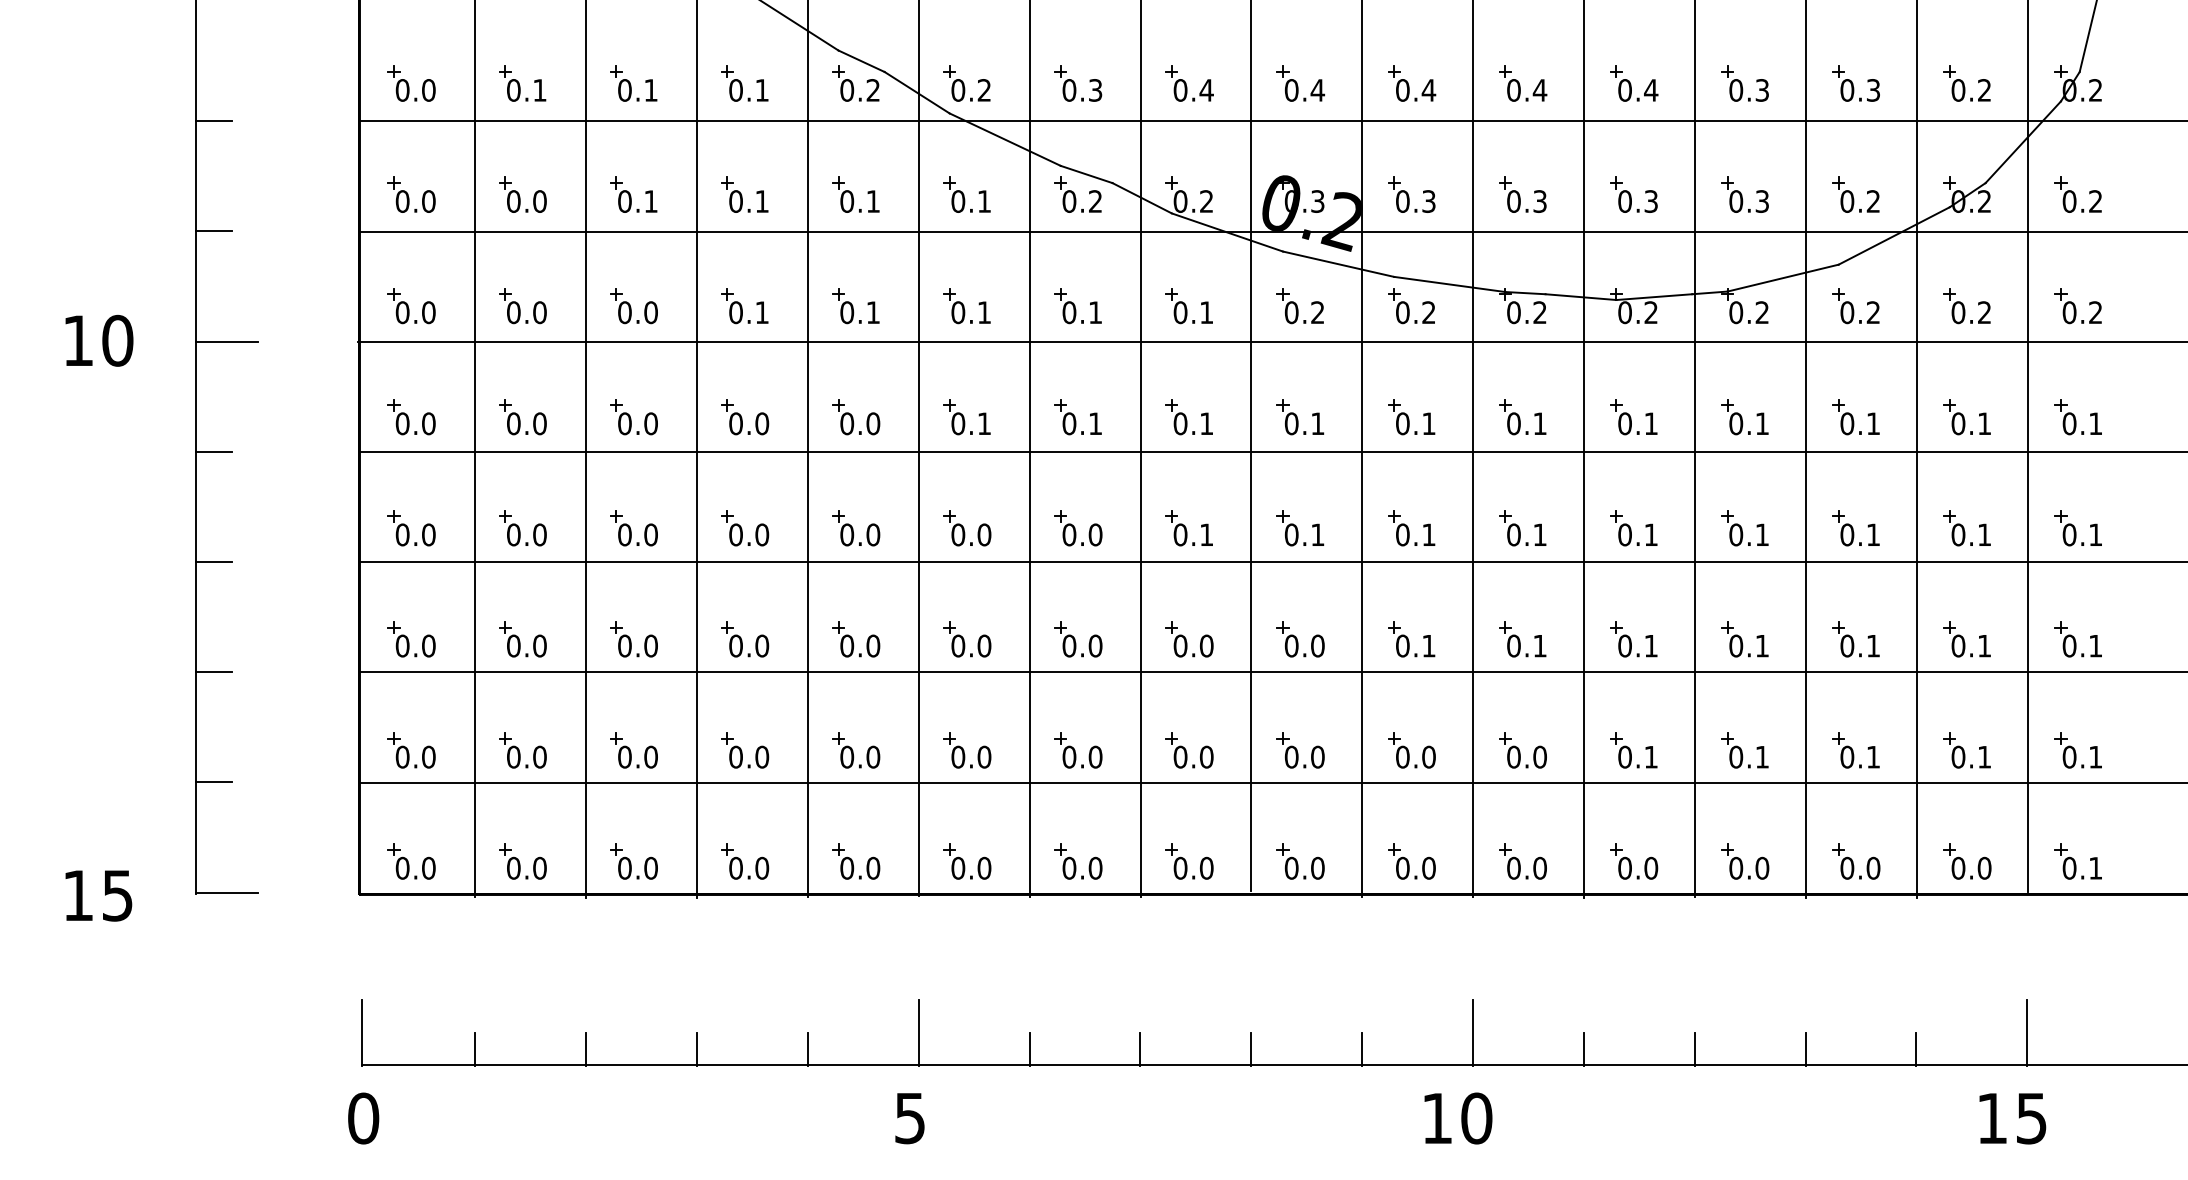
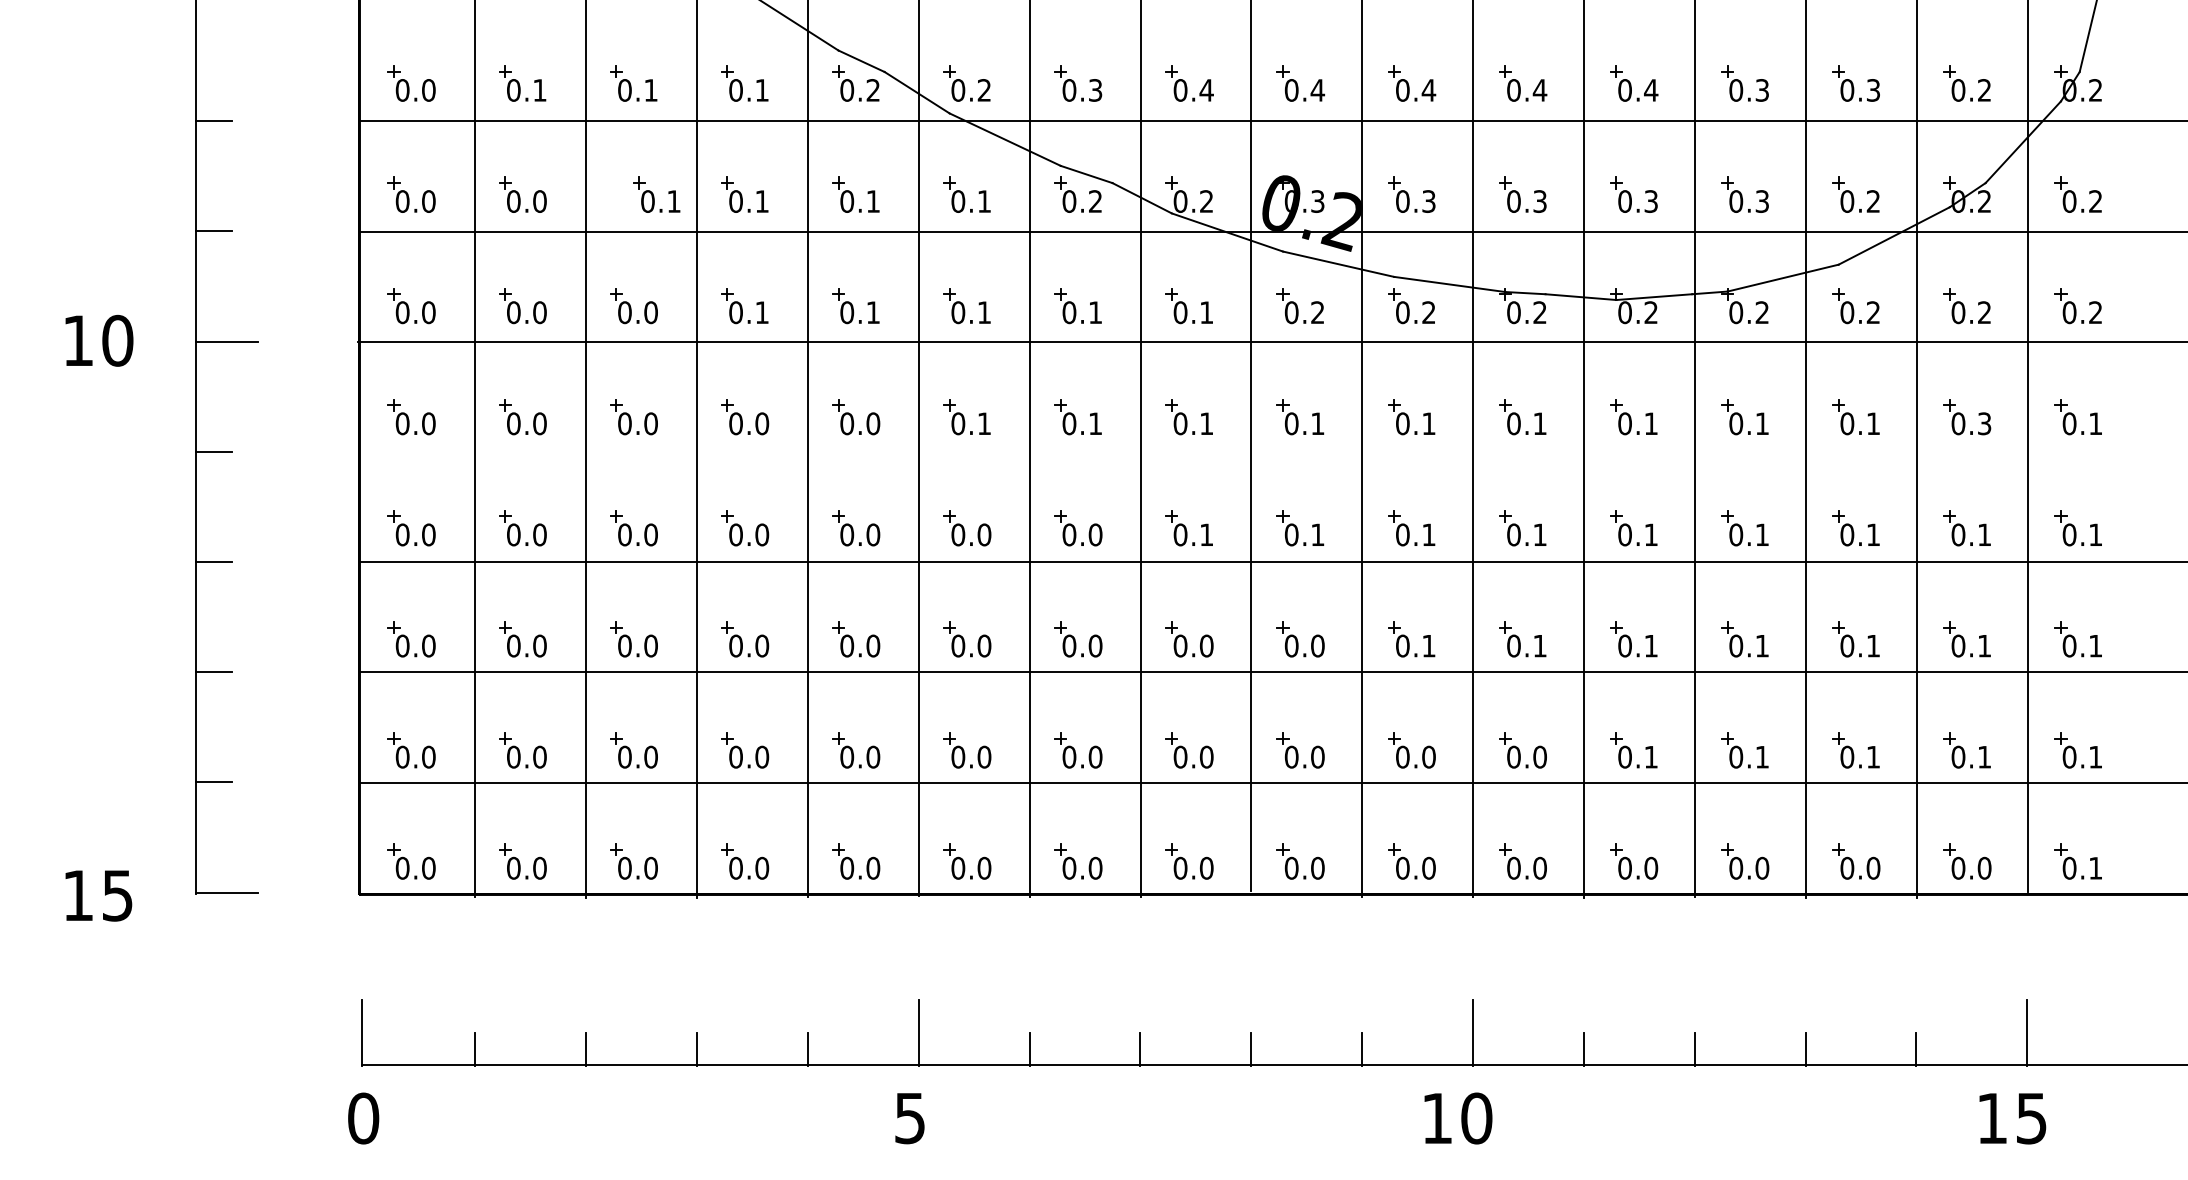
part at (633, 194) position: (633, 194) -> (656, 194)
text at (1984, 423): 0.1 -> 0.3
line at (1271, 451): present -> none
